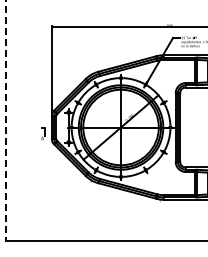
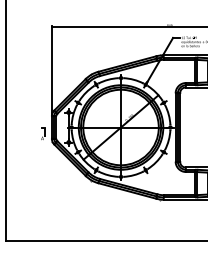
line at (6, 121): dashed -> solid
